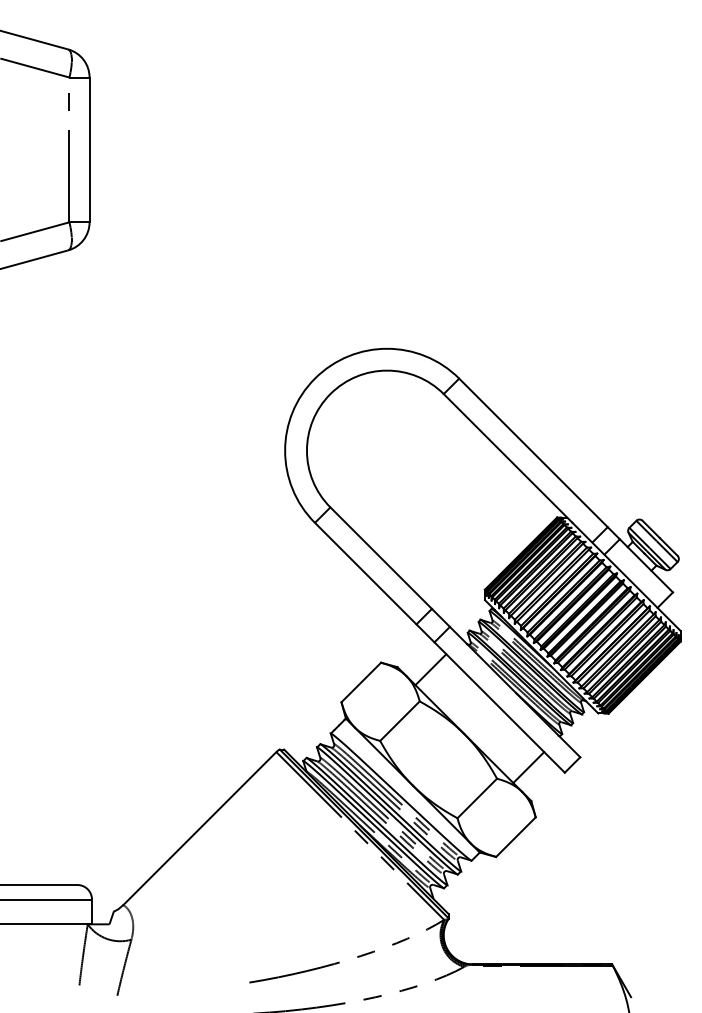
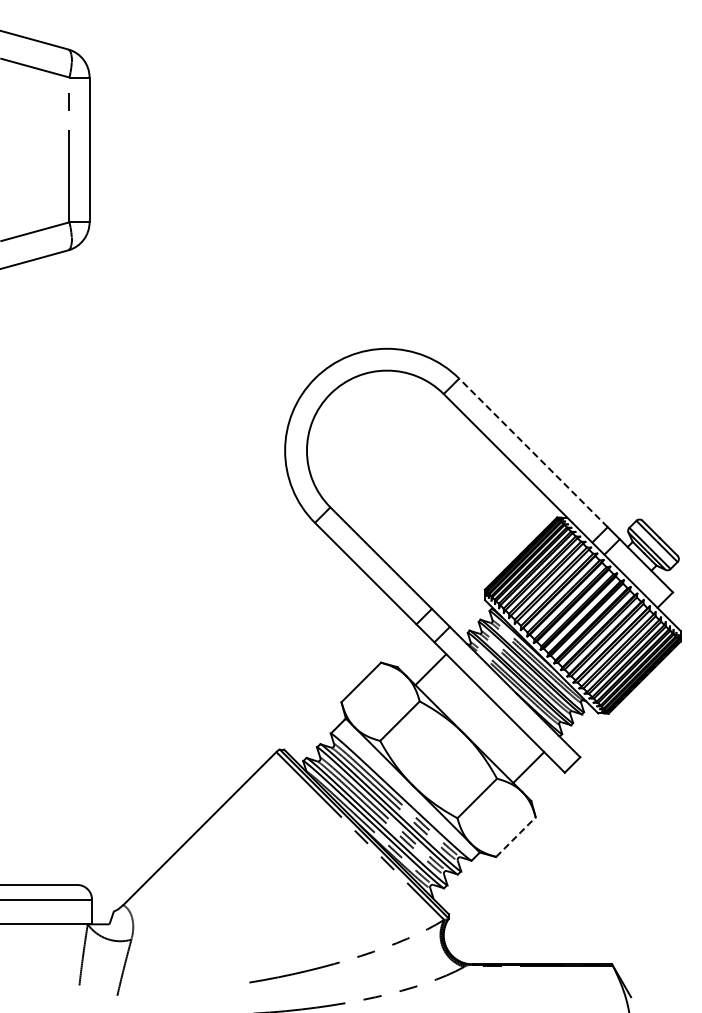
line at (533, 452): solid -> dashed
line at (515, 837): solid -> dashed
